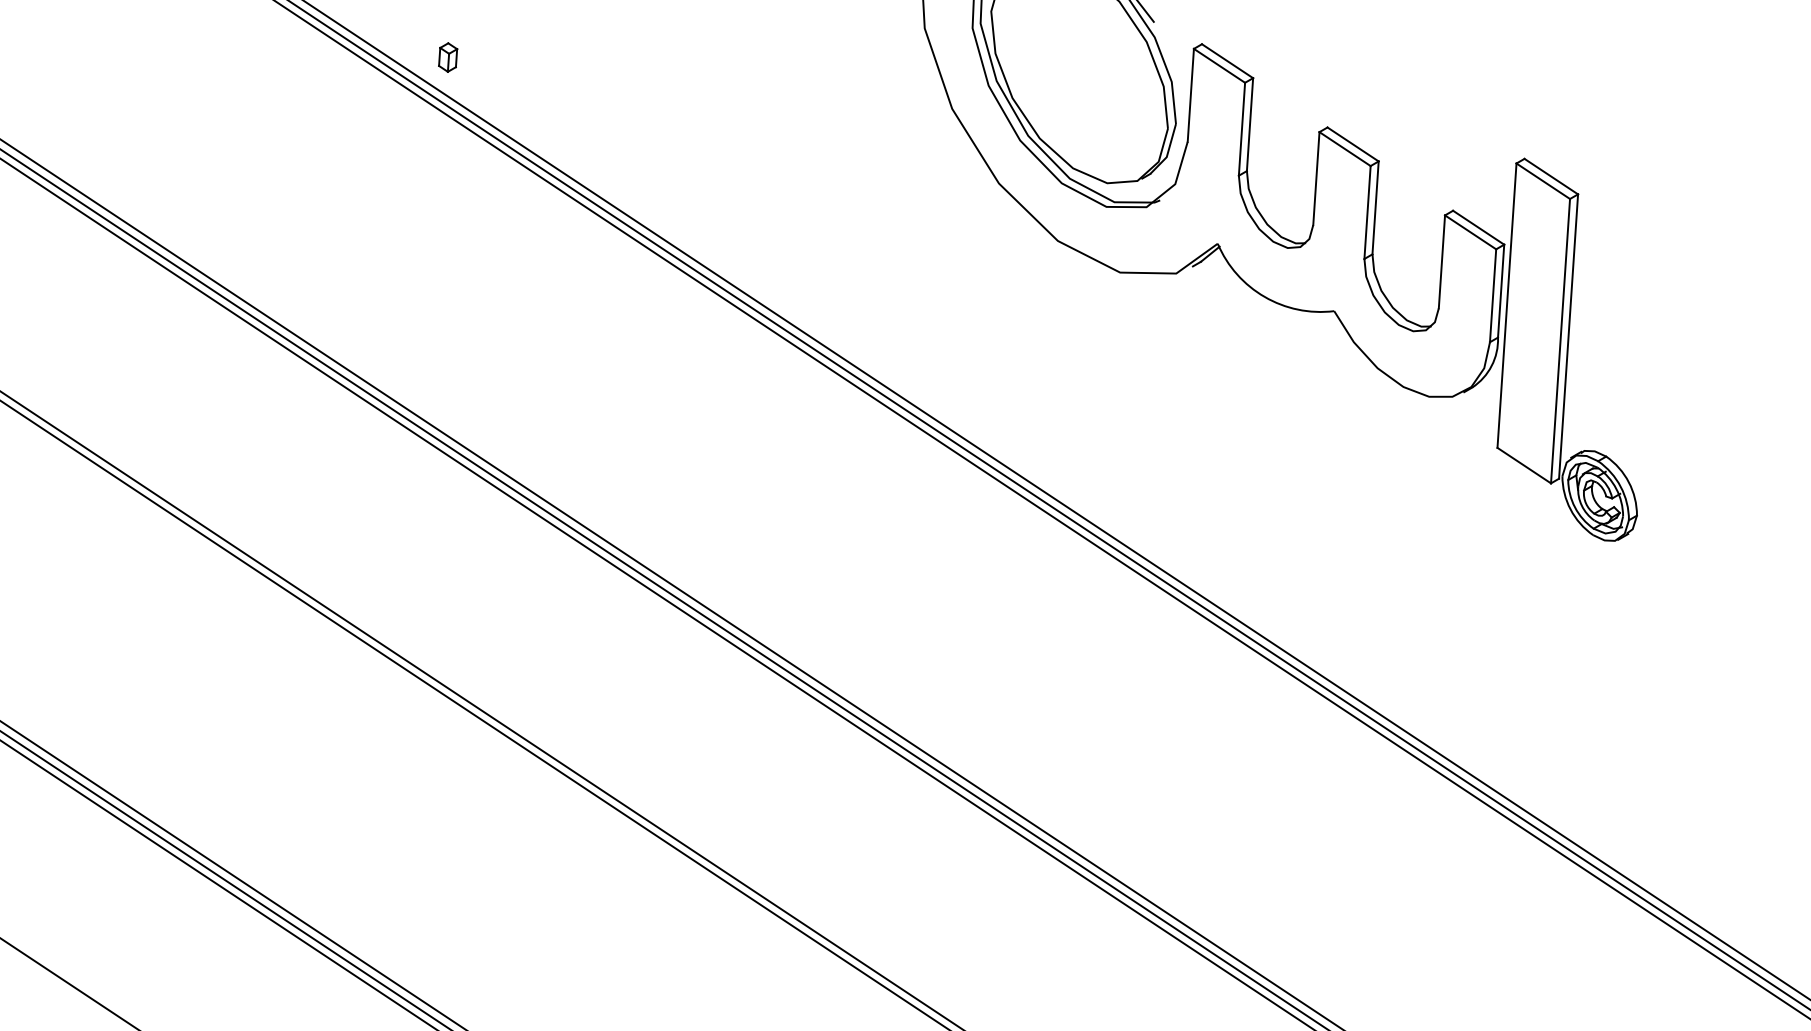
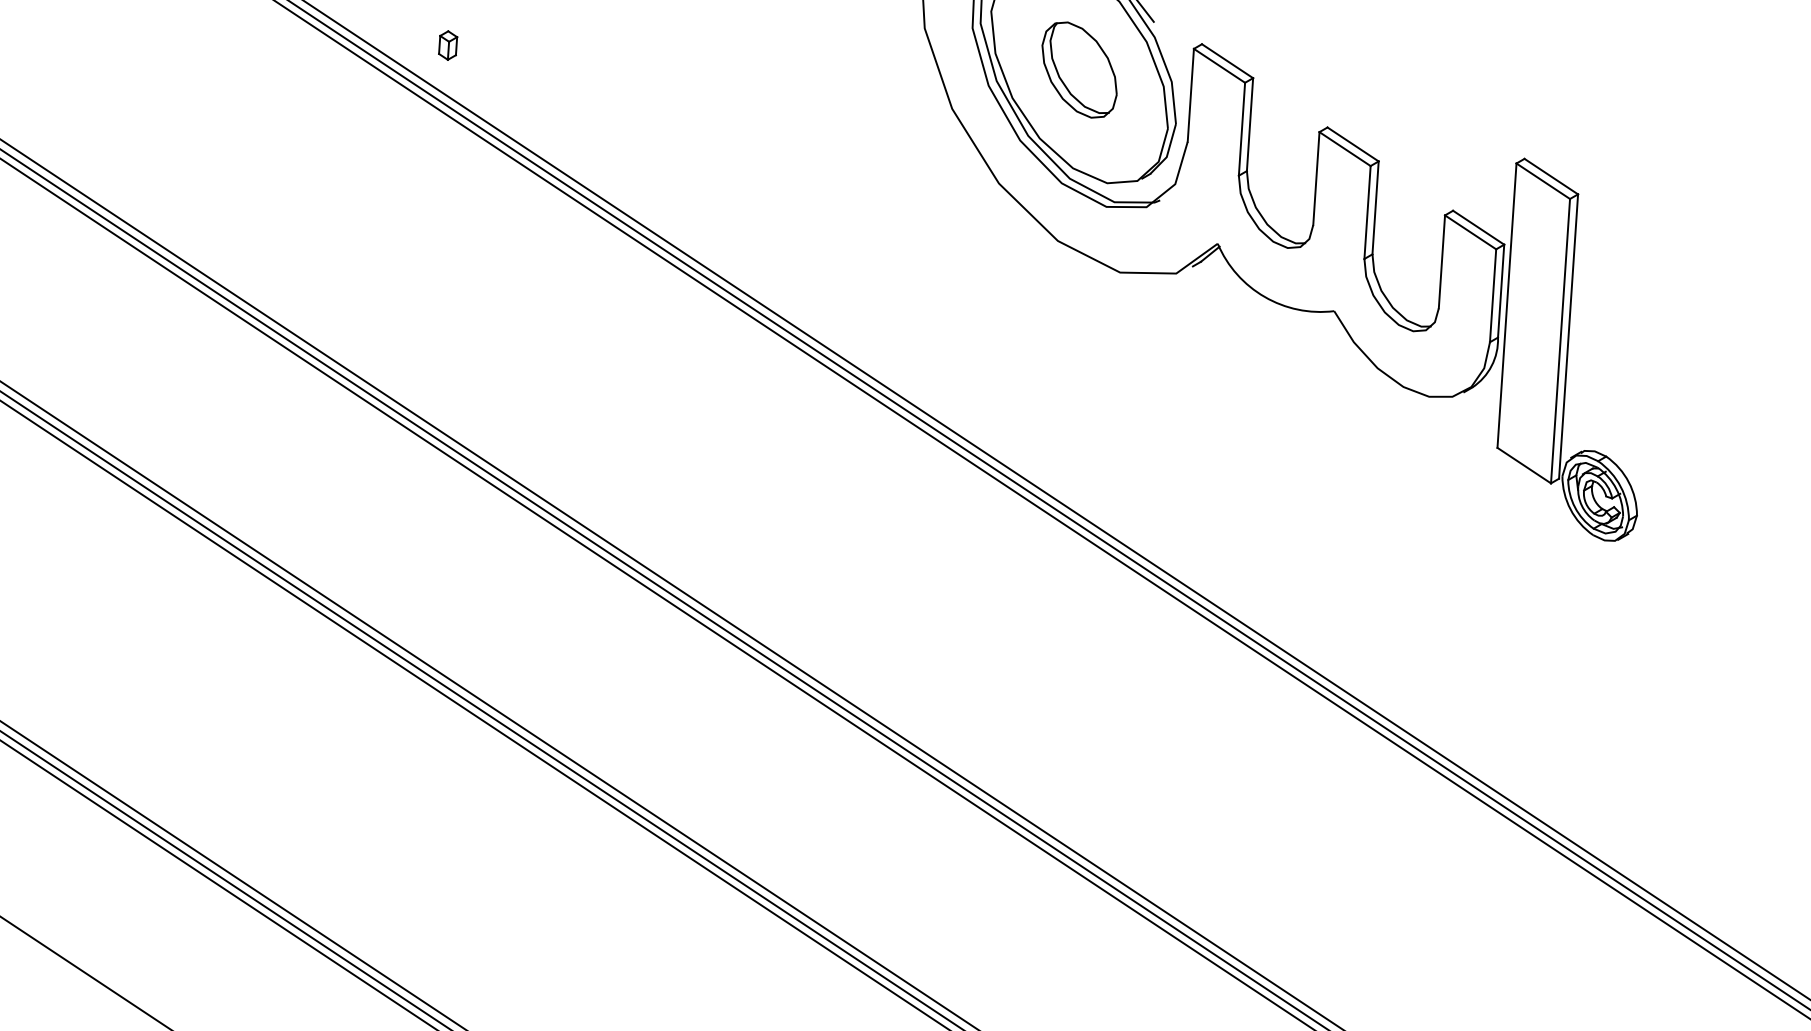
part at (448, 57) position: (448, 57) -> (448, 45)
part at (1079, 69): none -> present
line at (488, 704): none -> present
line at (68, 983) position: (68, 983) -> (84, 972)
